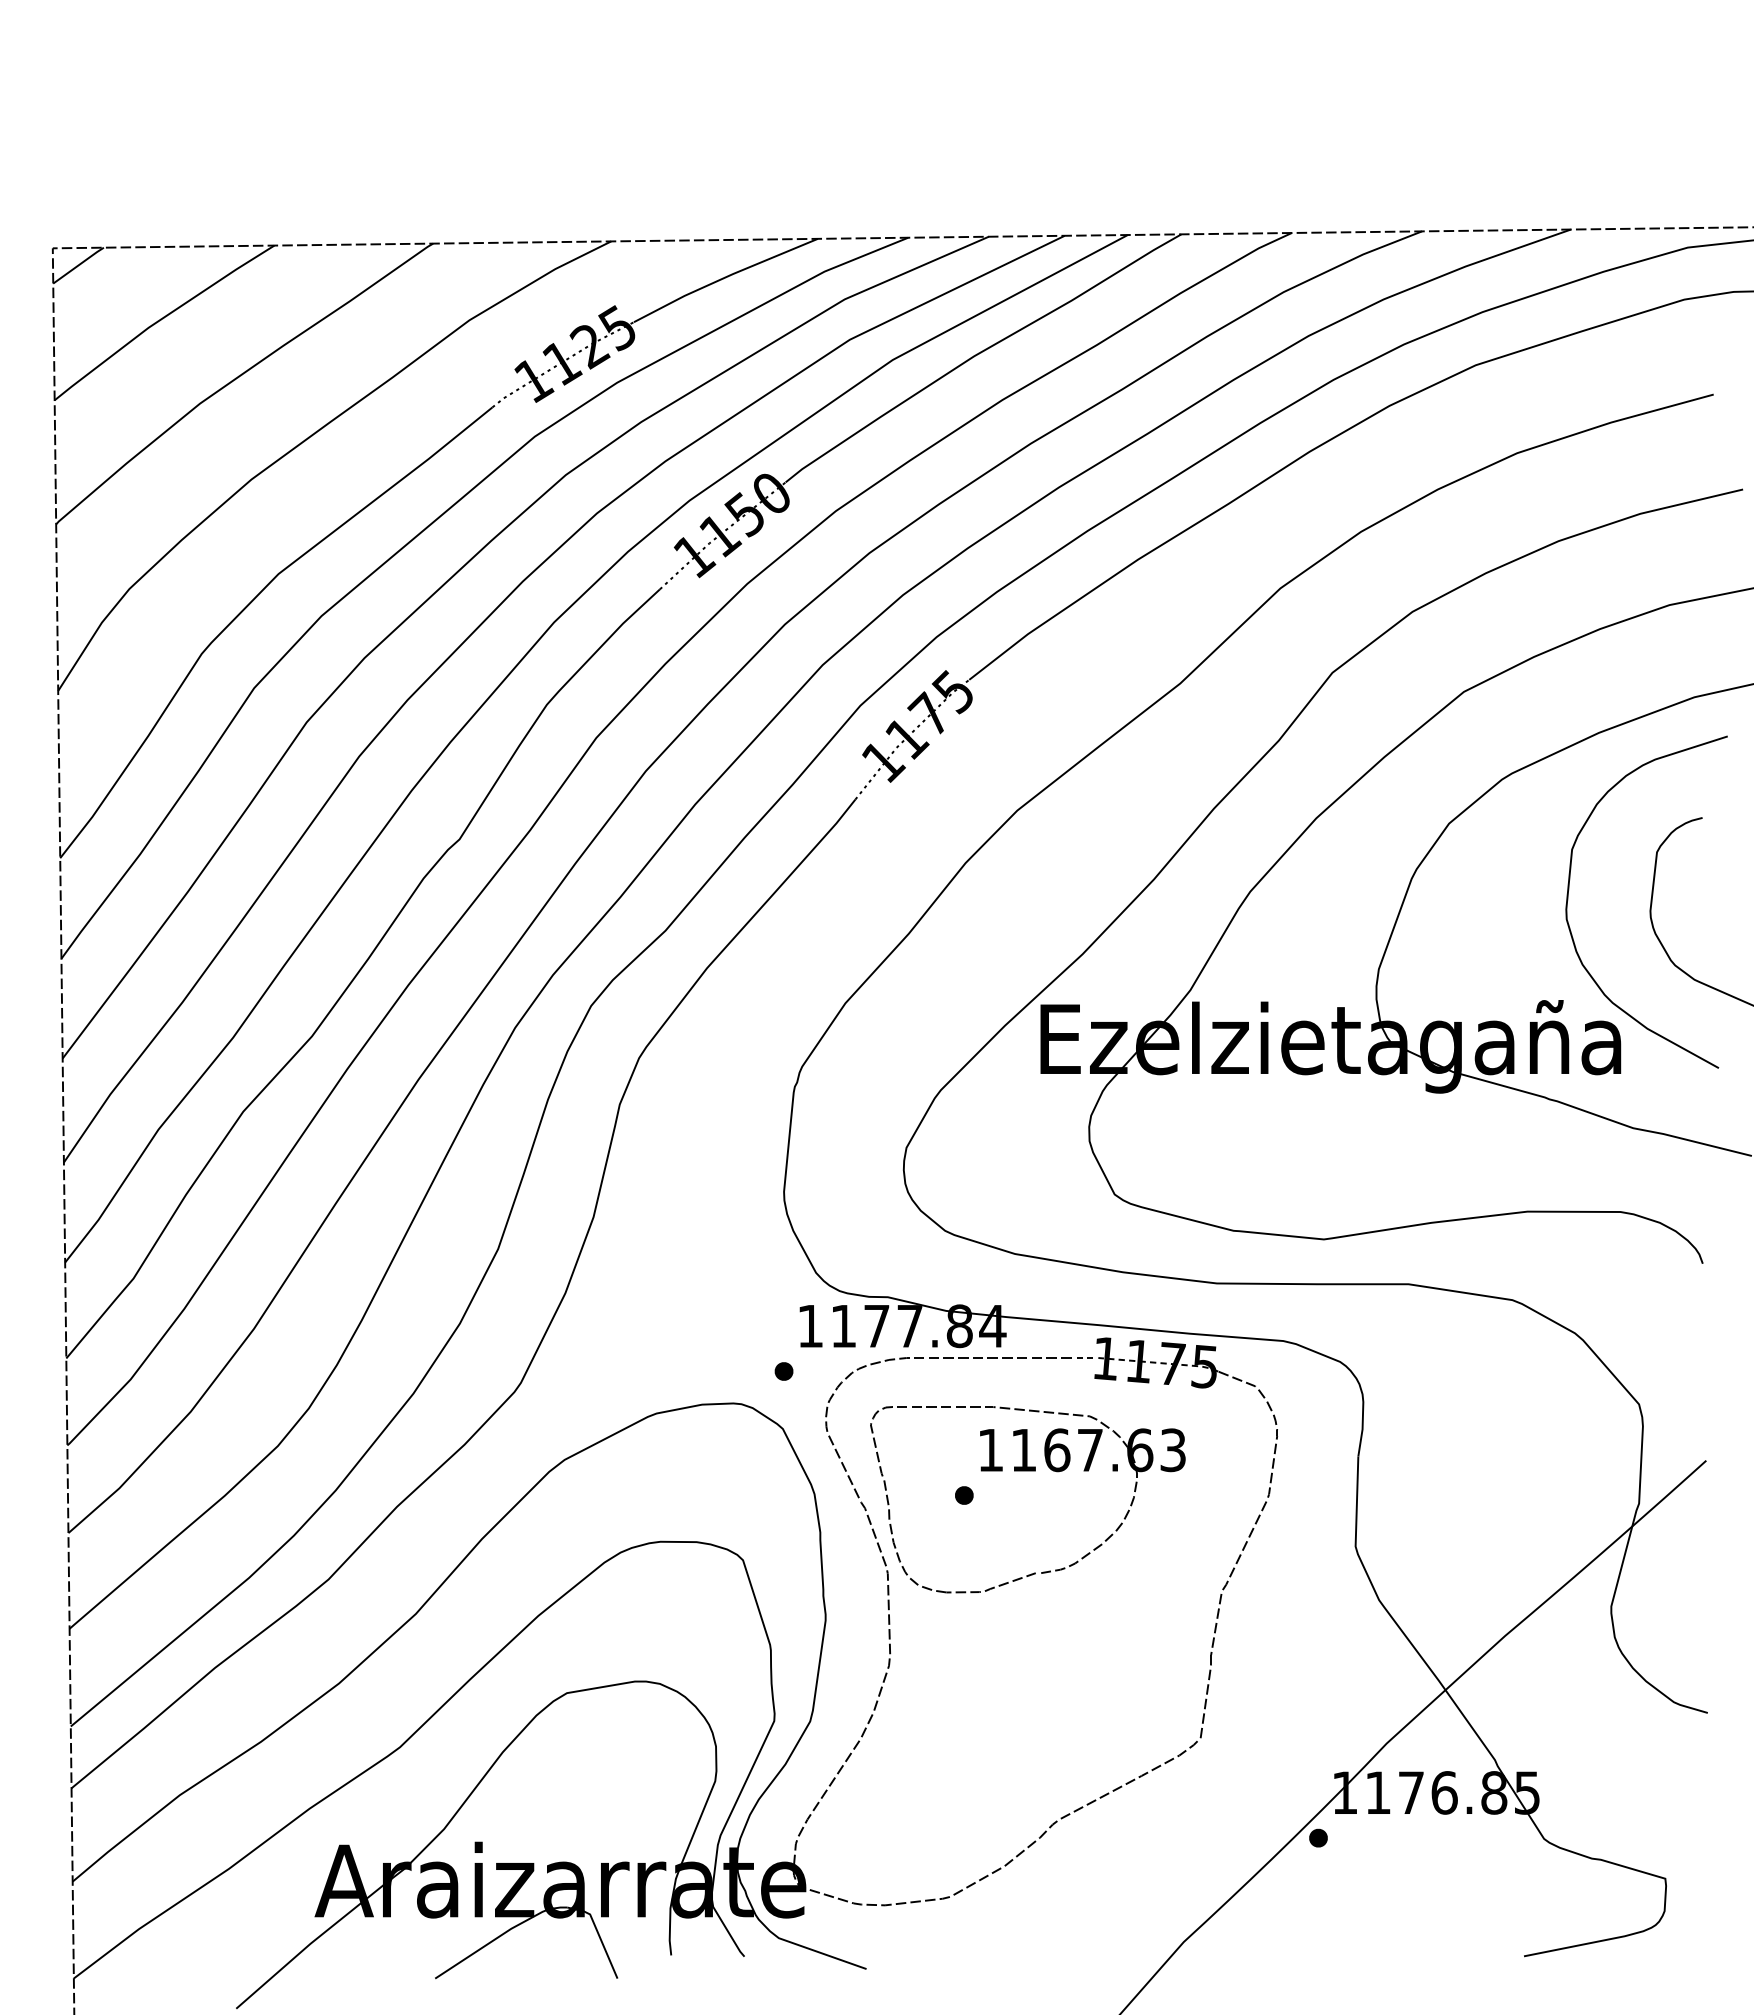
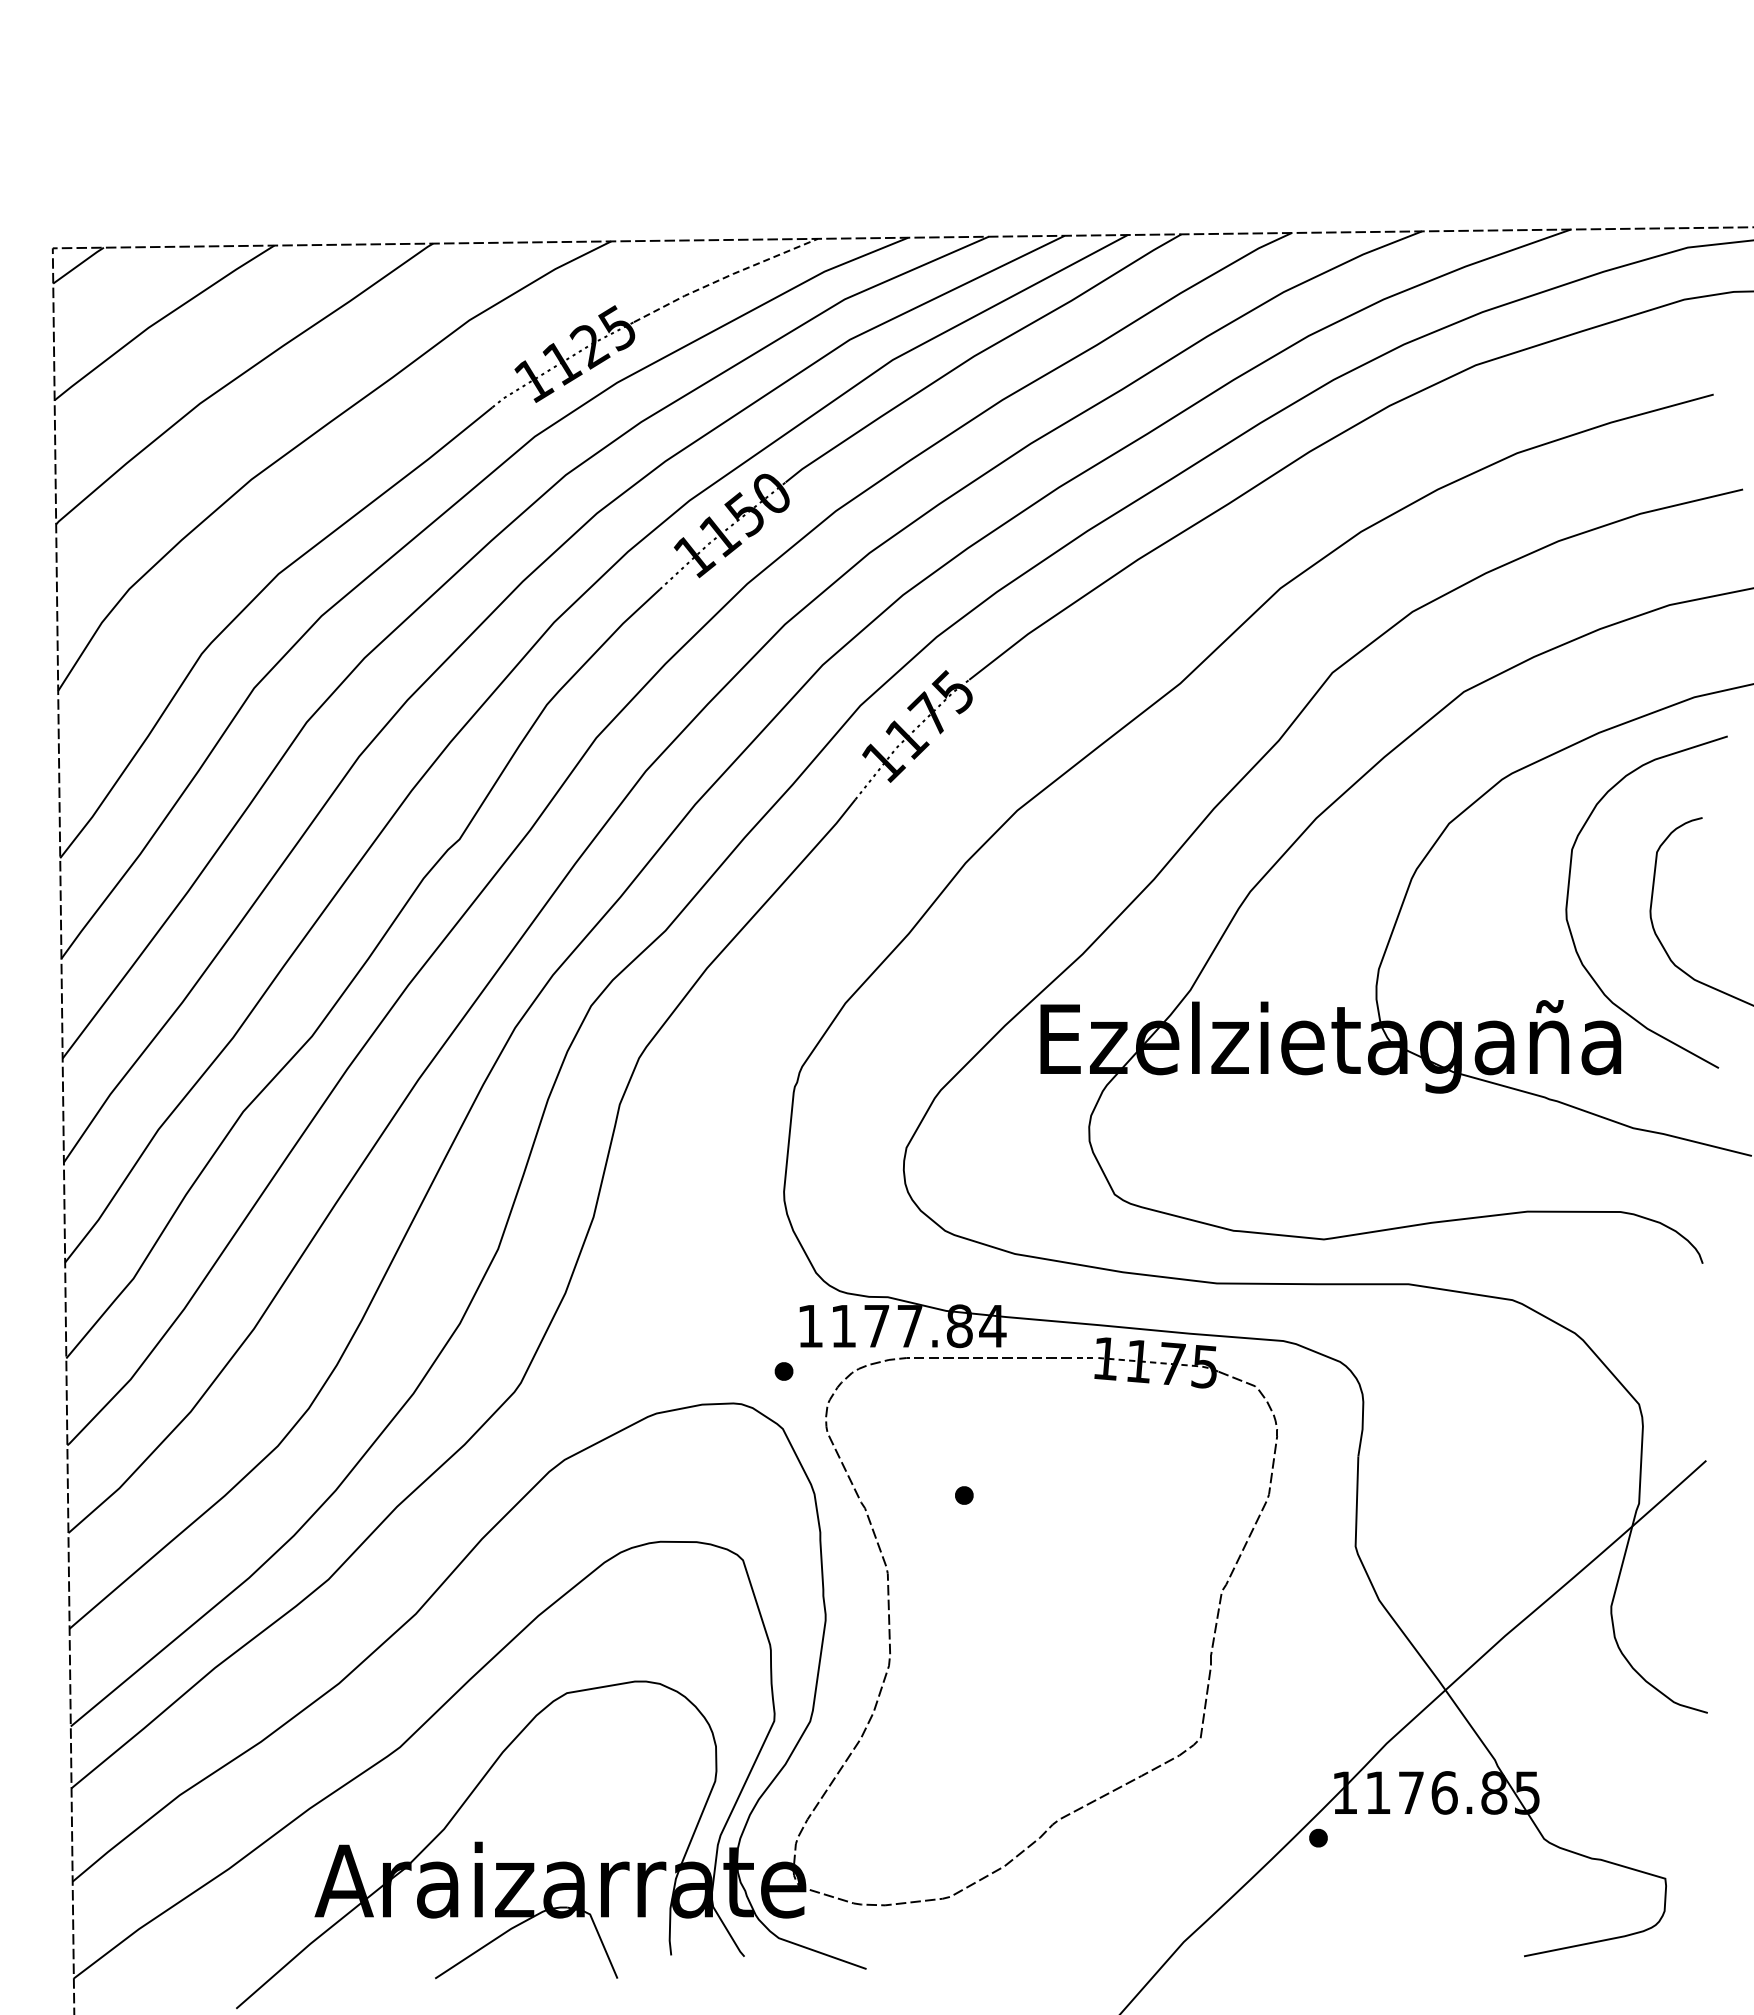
line at (725, 277): solid -> dashed
part at (1027, 1471): present -> none
